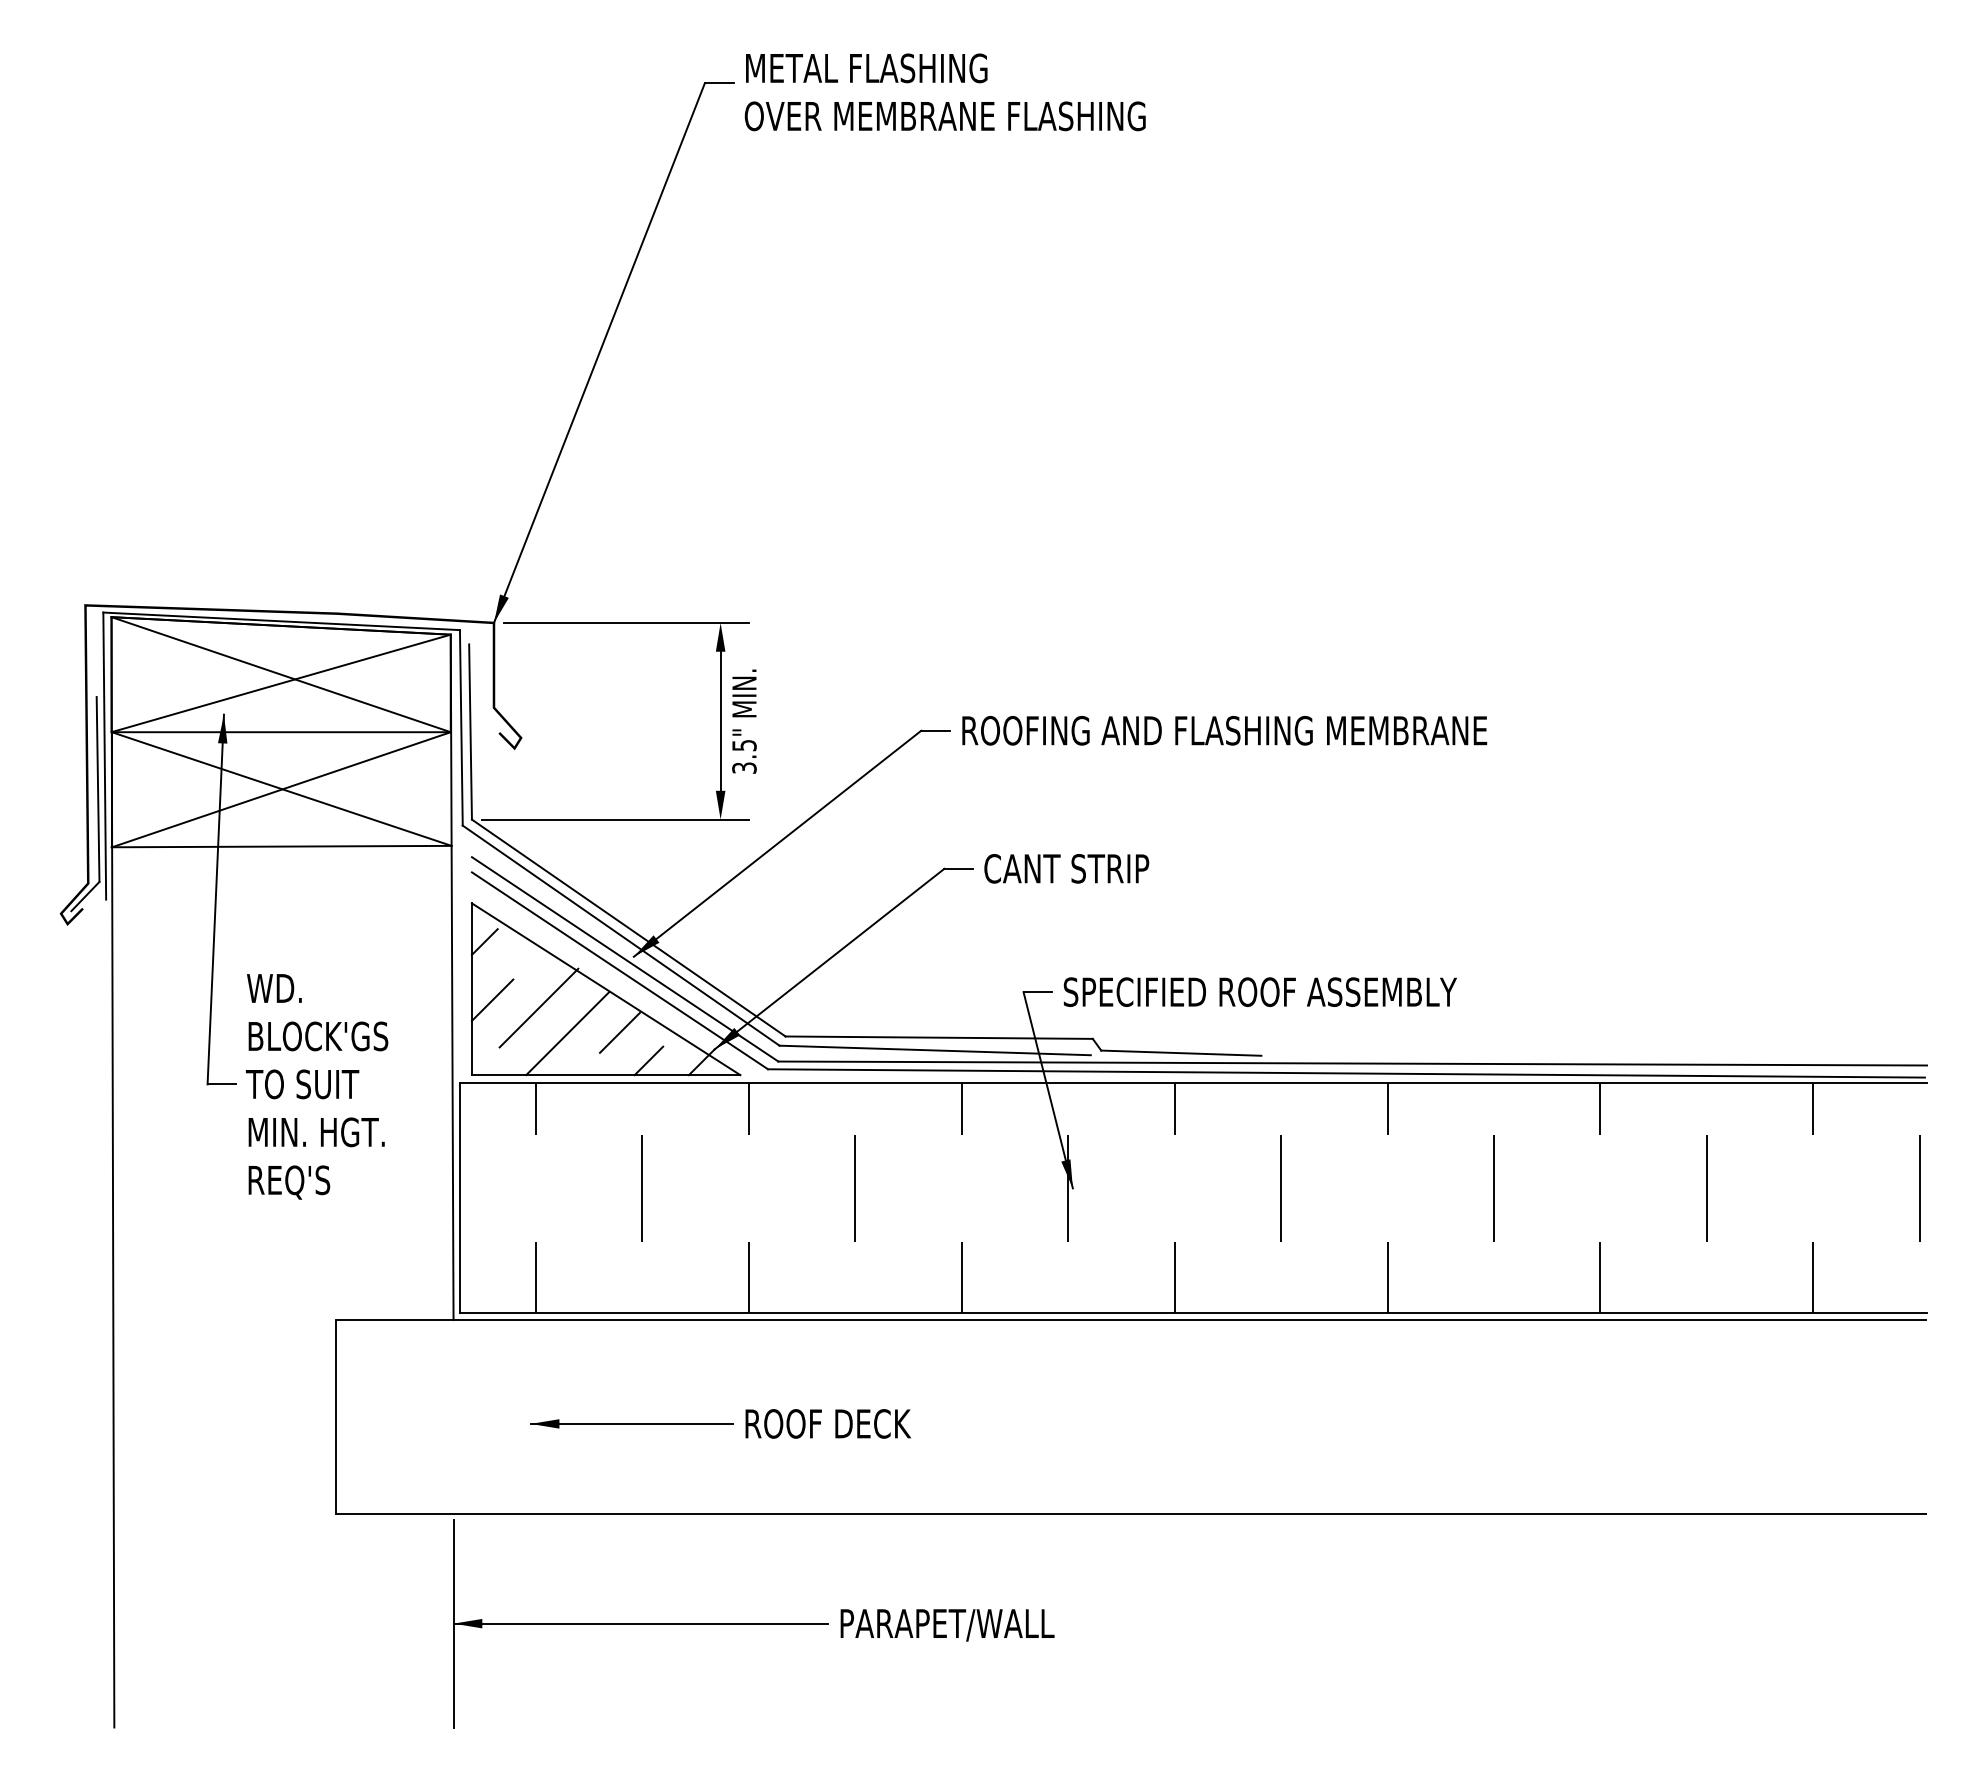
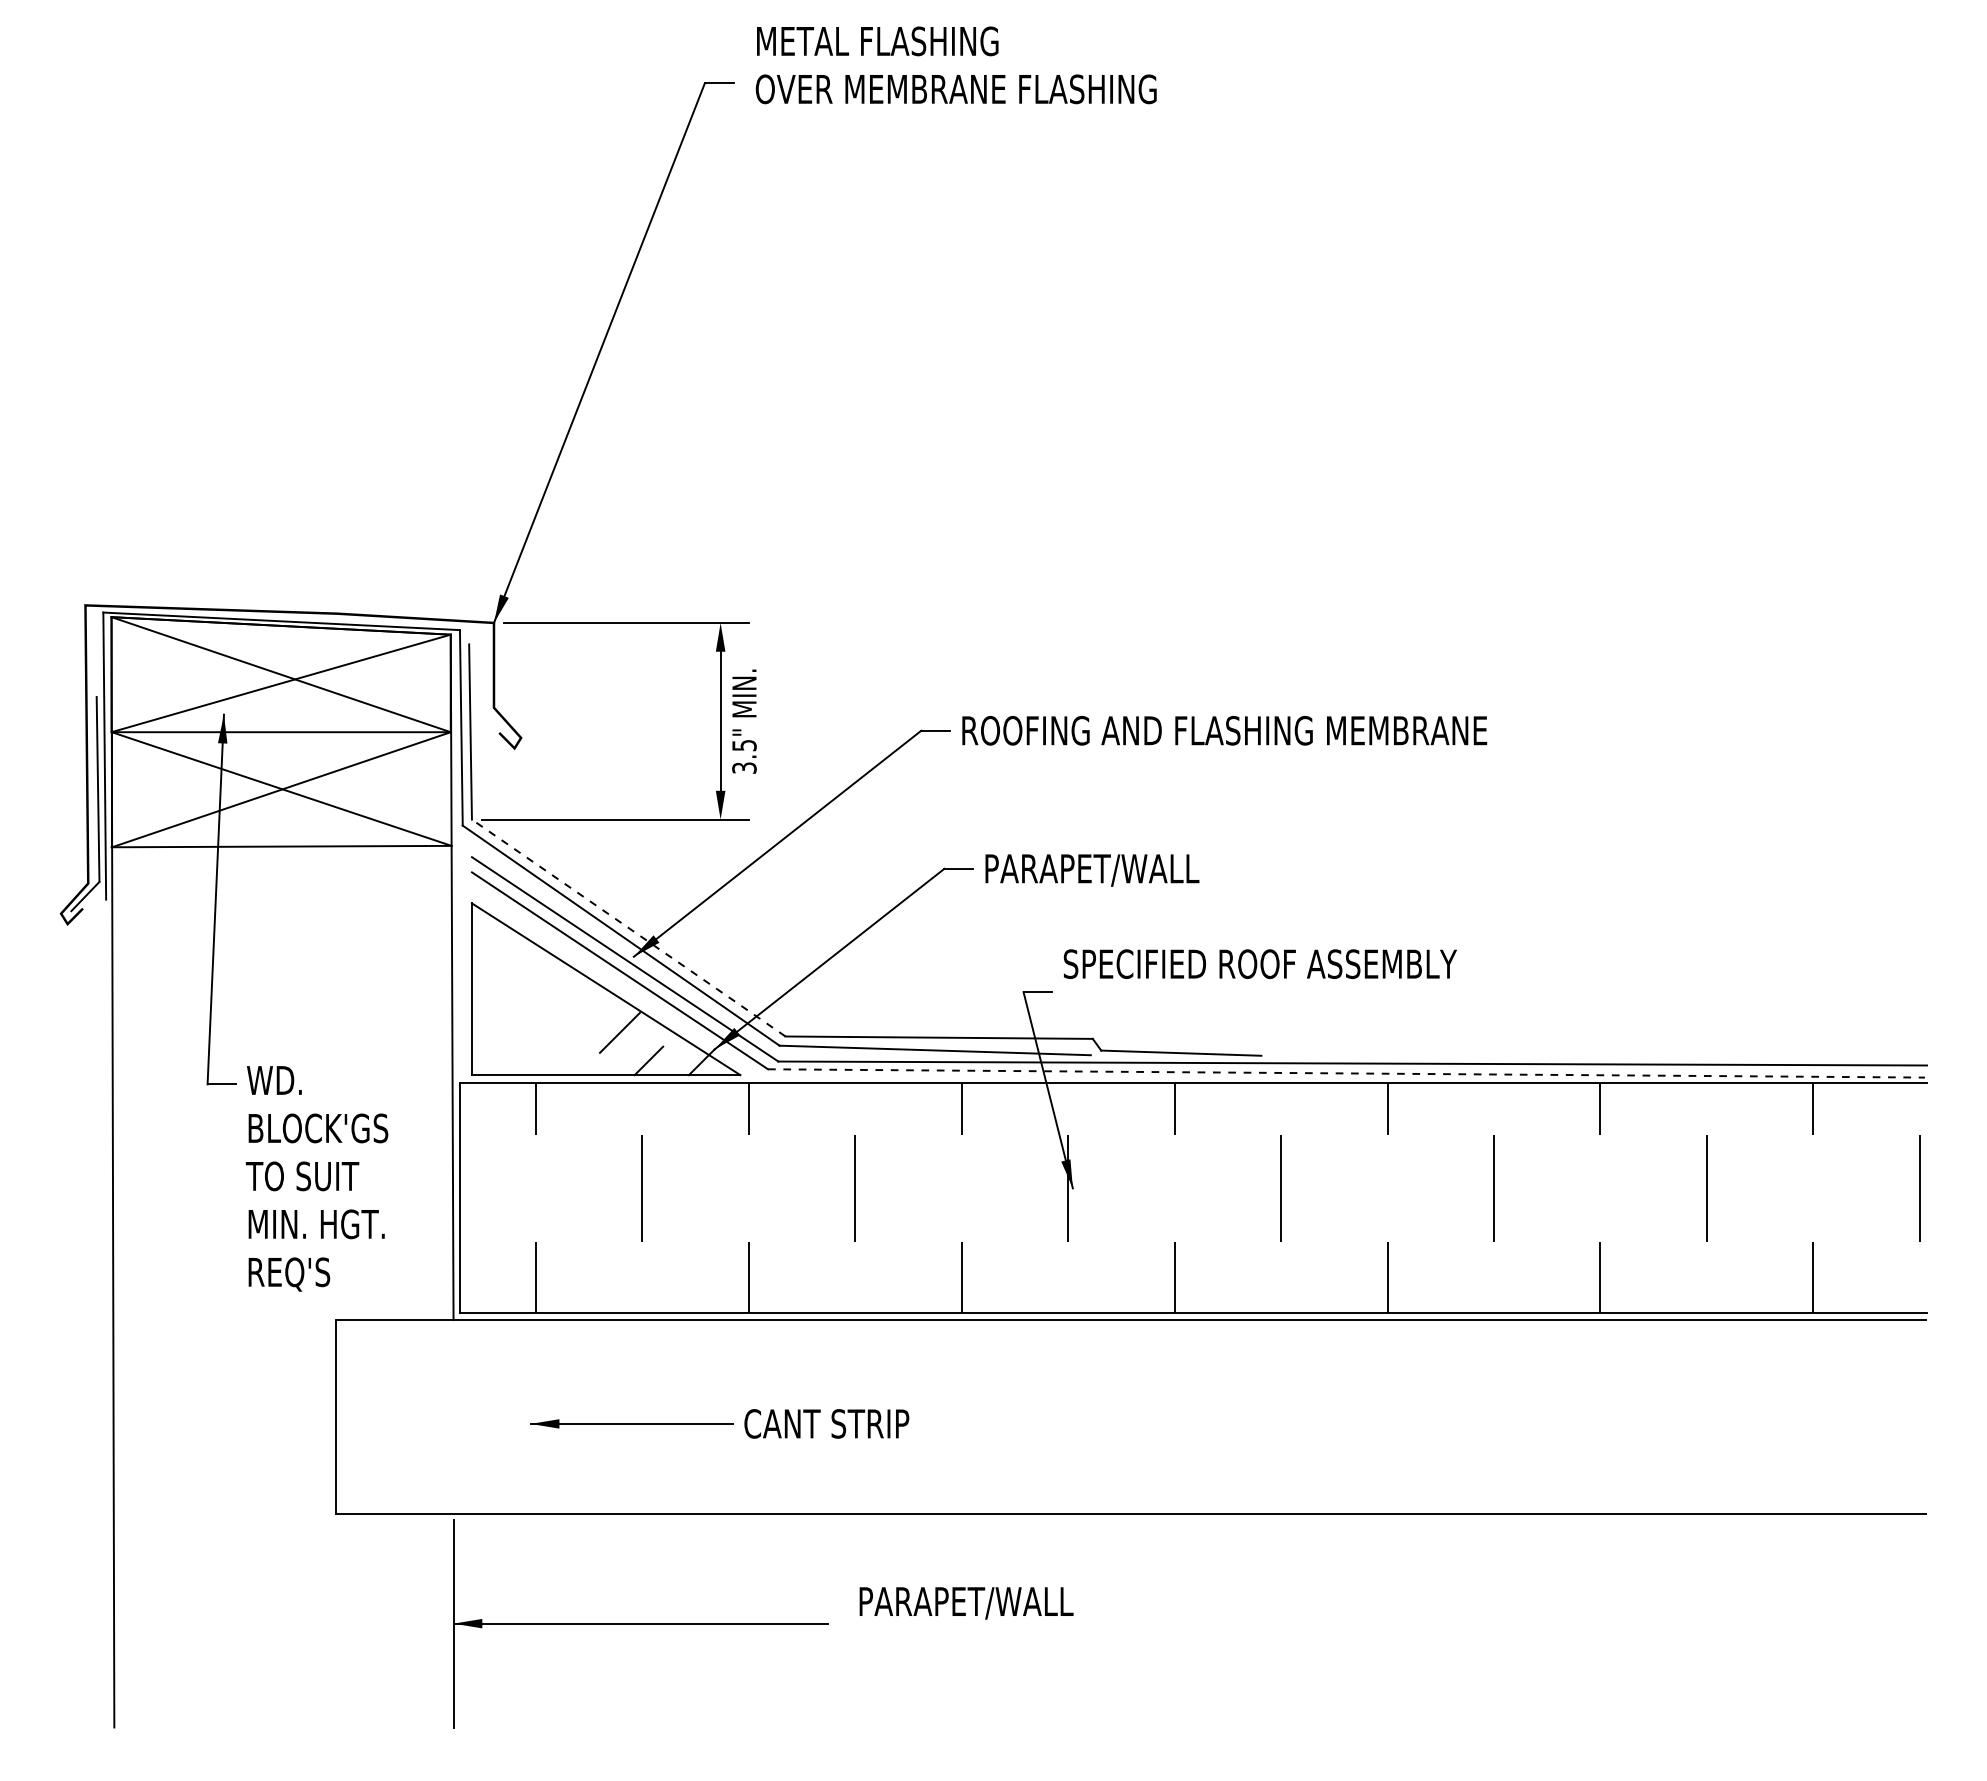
text at (944, 92) position: (944, 92) -> (955, 65)
text at (1091, 870): CANT STRIP -> PARAPET/WALL
line at (628, 928): solid -> dashed
line at (484, 941): present -> none
text at (1259, 991) position: (1259, 991) -> (1259, 963)
line at (492, 999): present -> none
line at (538, 1007): present -> none
line at (567, 1033): present -> none
line at (1347, 1073): solid -> dashed
text at (317, 1086) position: (317, 1086) -> (317, 1178)
text at (827, 1423): ROOF DECK -> CANT STRIP
text at (947, 1625) position: (947, 1625) -> (966, 1603)
